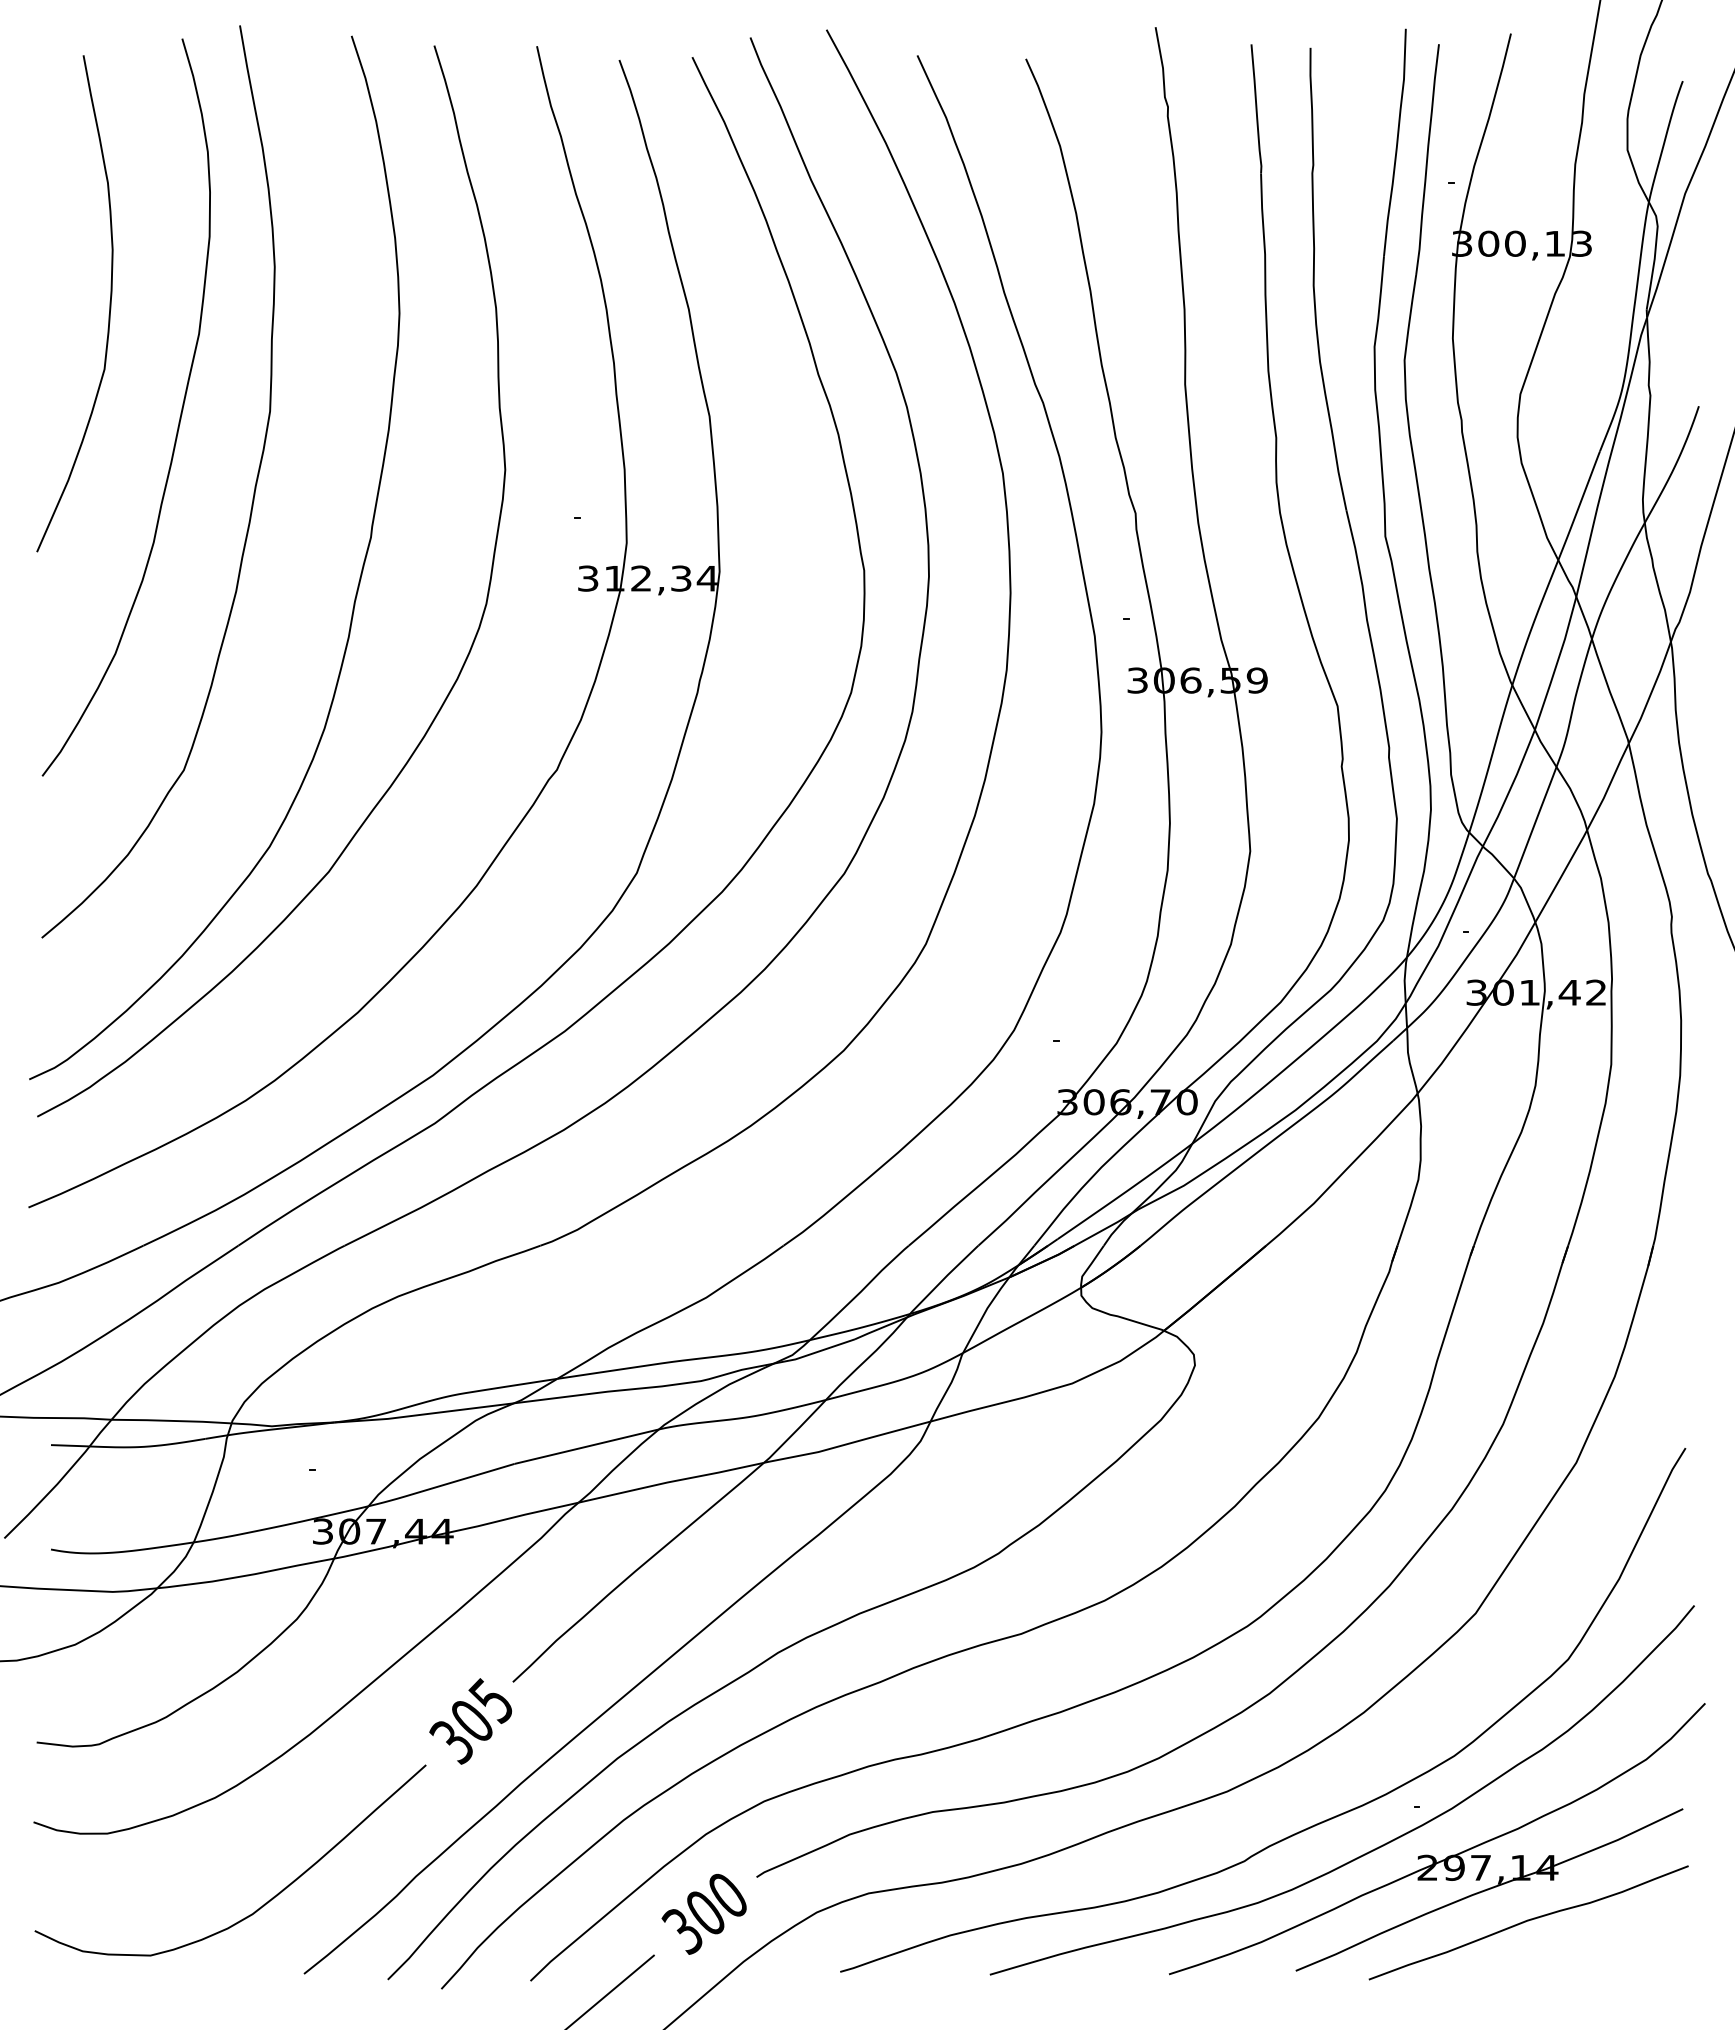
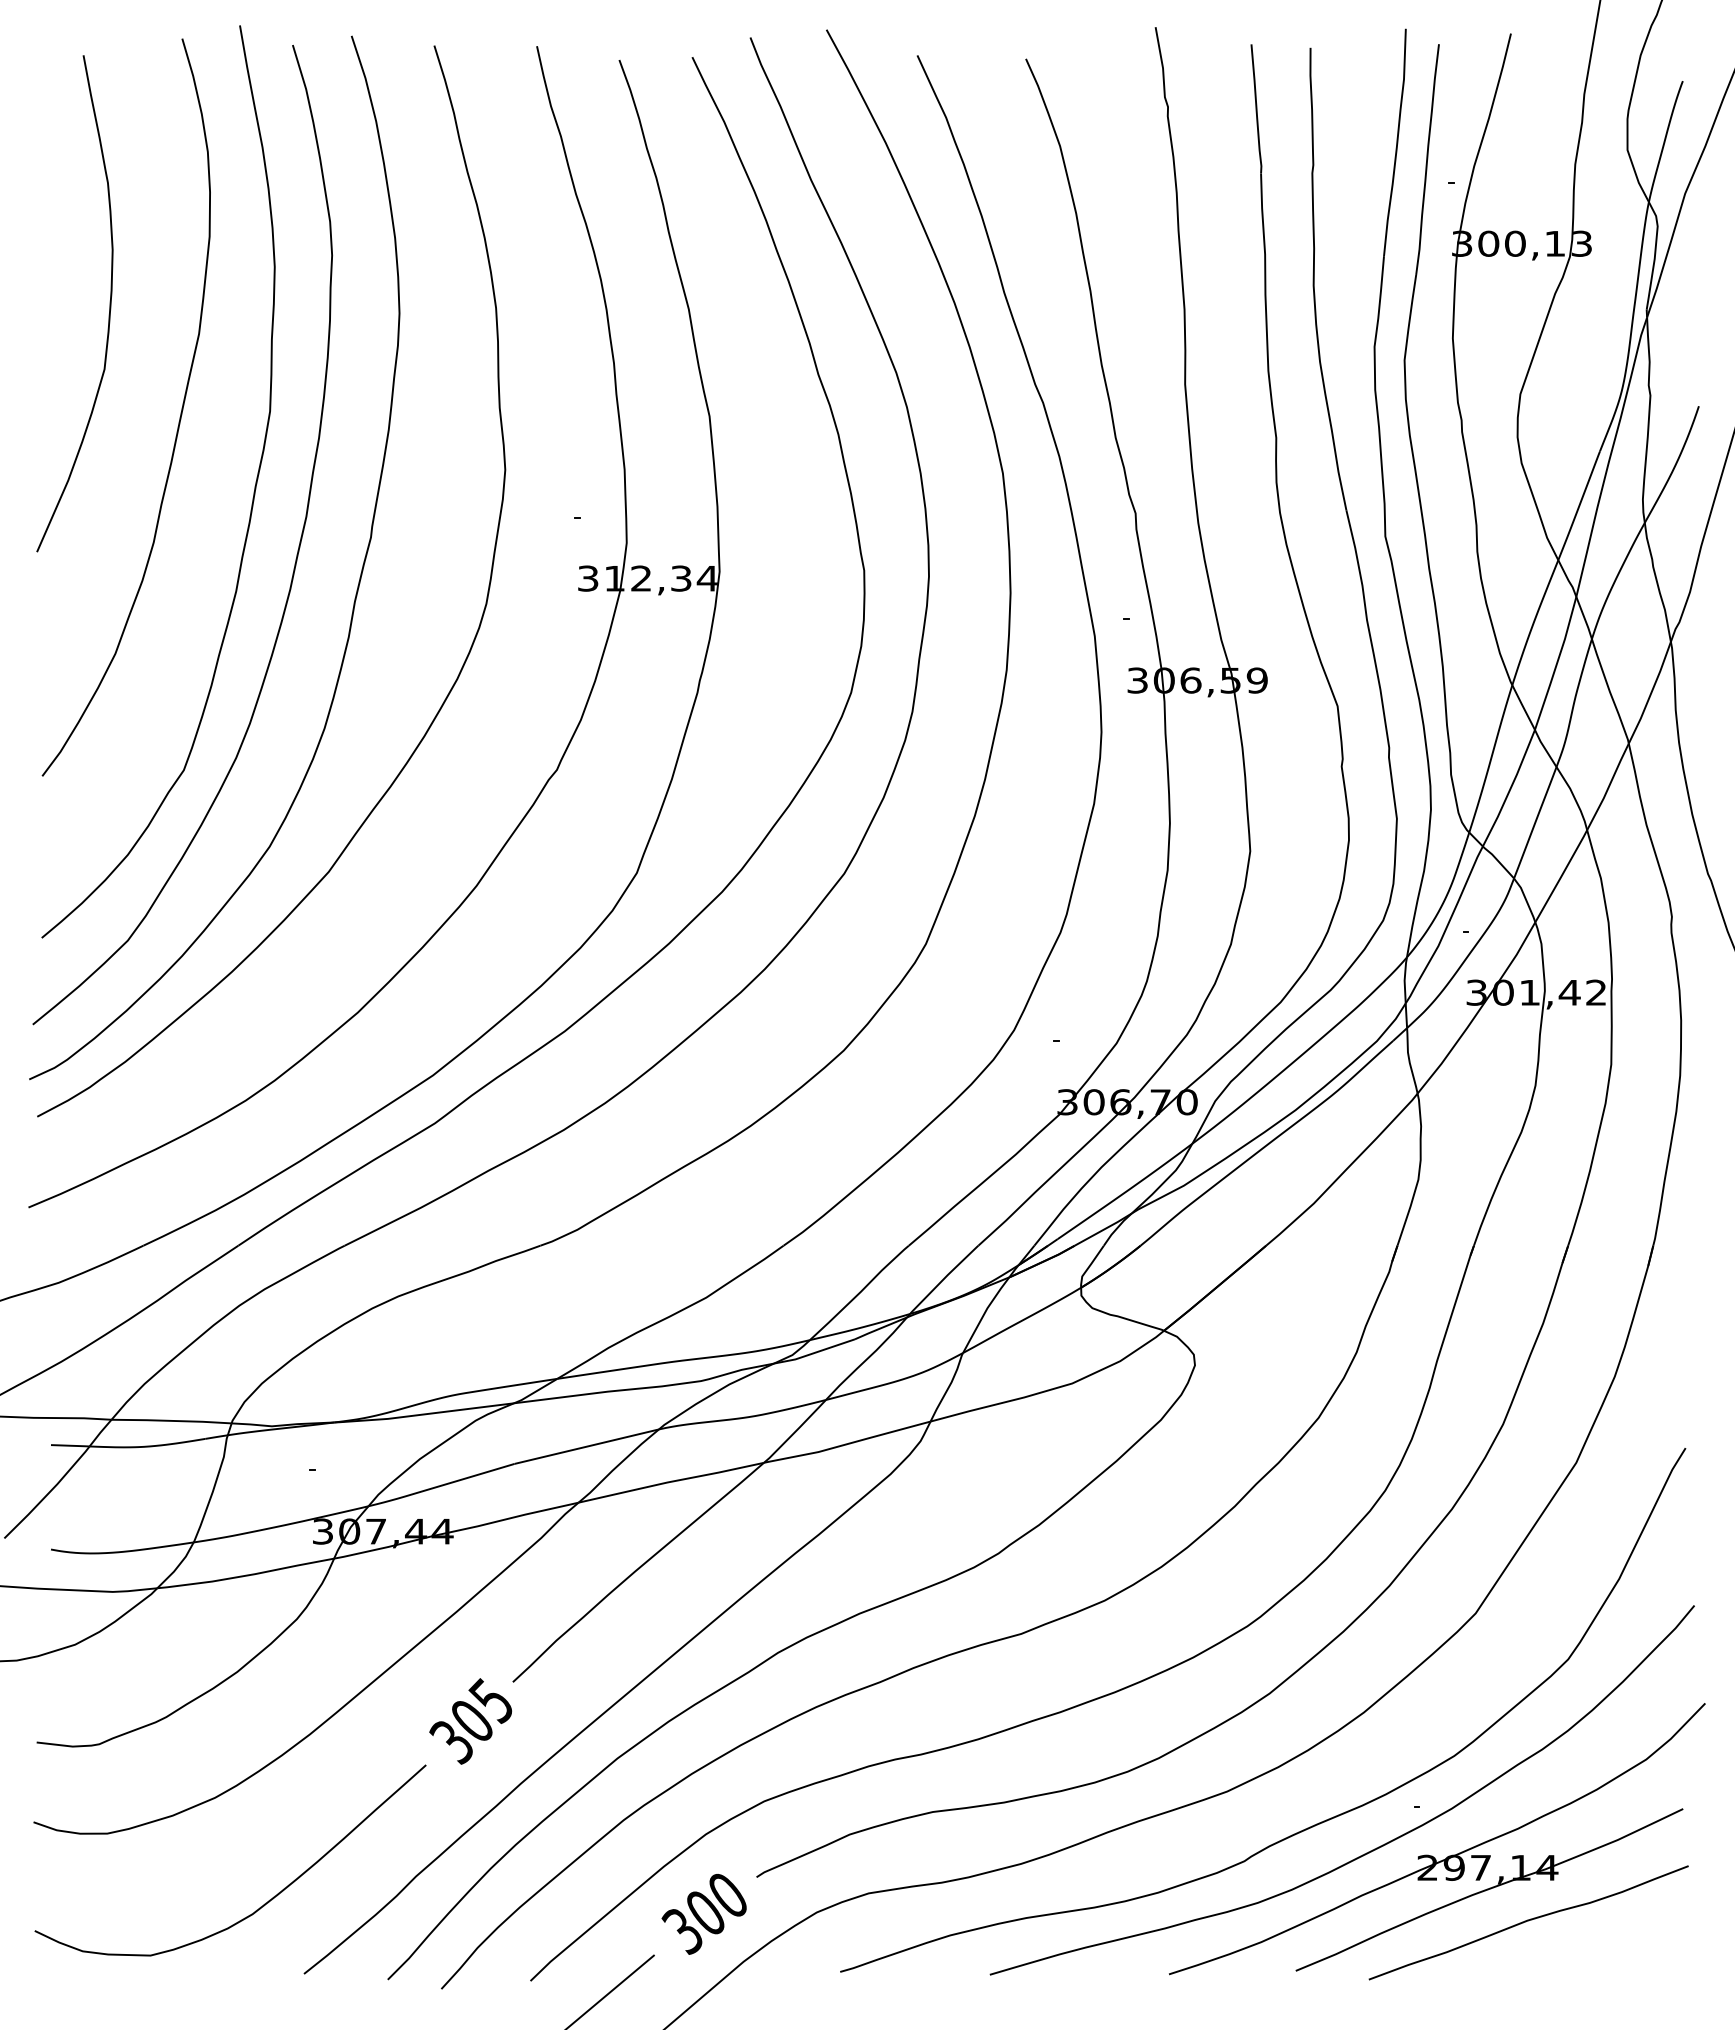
curve at (294, 563): none -> present
